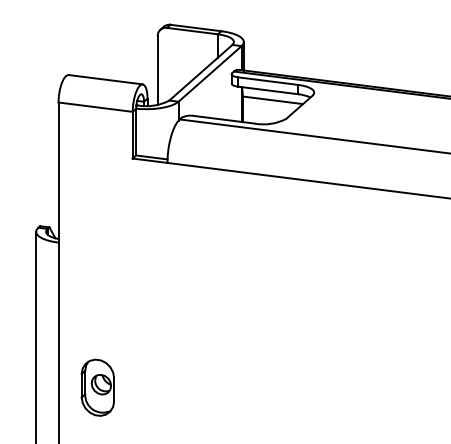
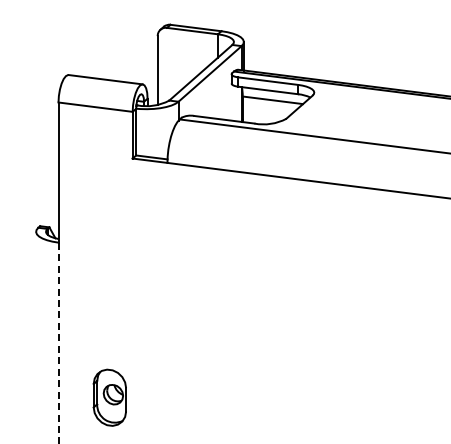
line at (36, 335): present -> none
line at (58, 343): solid -> dashed
part at (97, 387) position: (97, 387) -> (109, 397)
